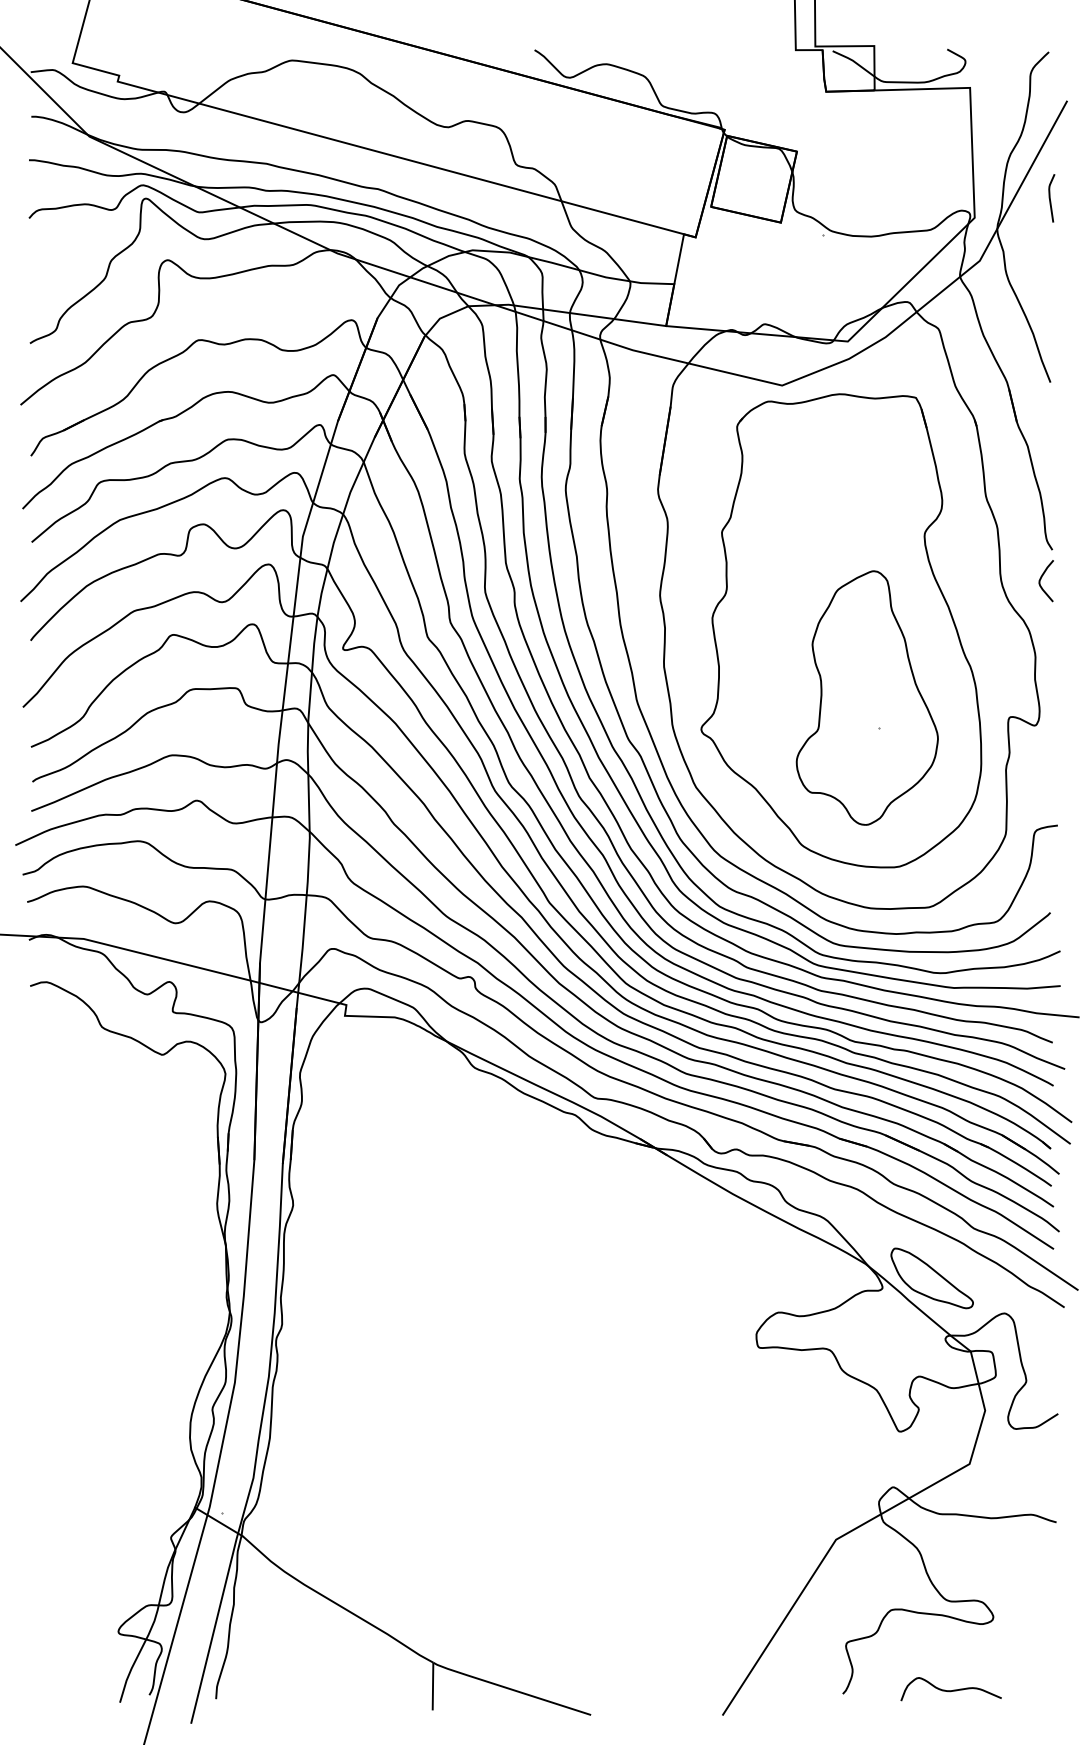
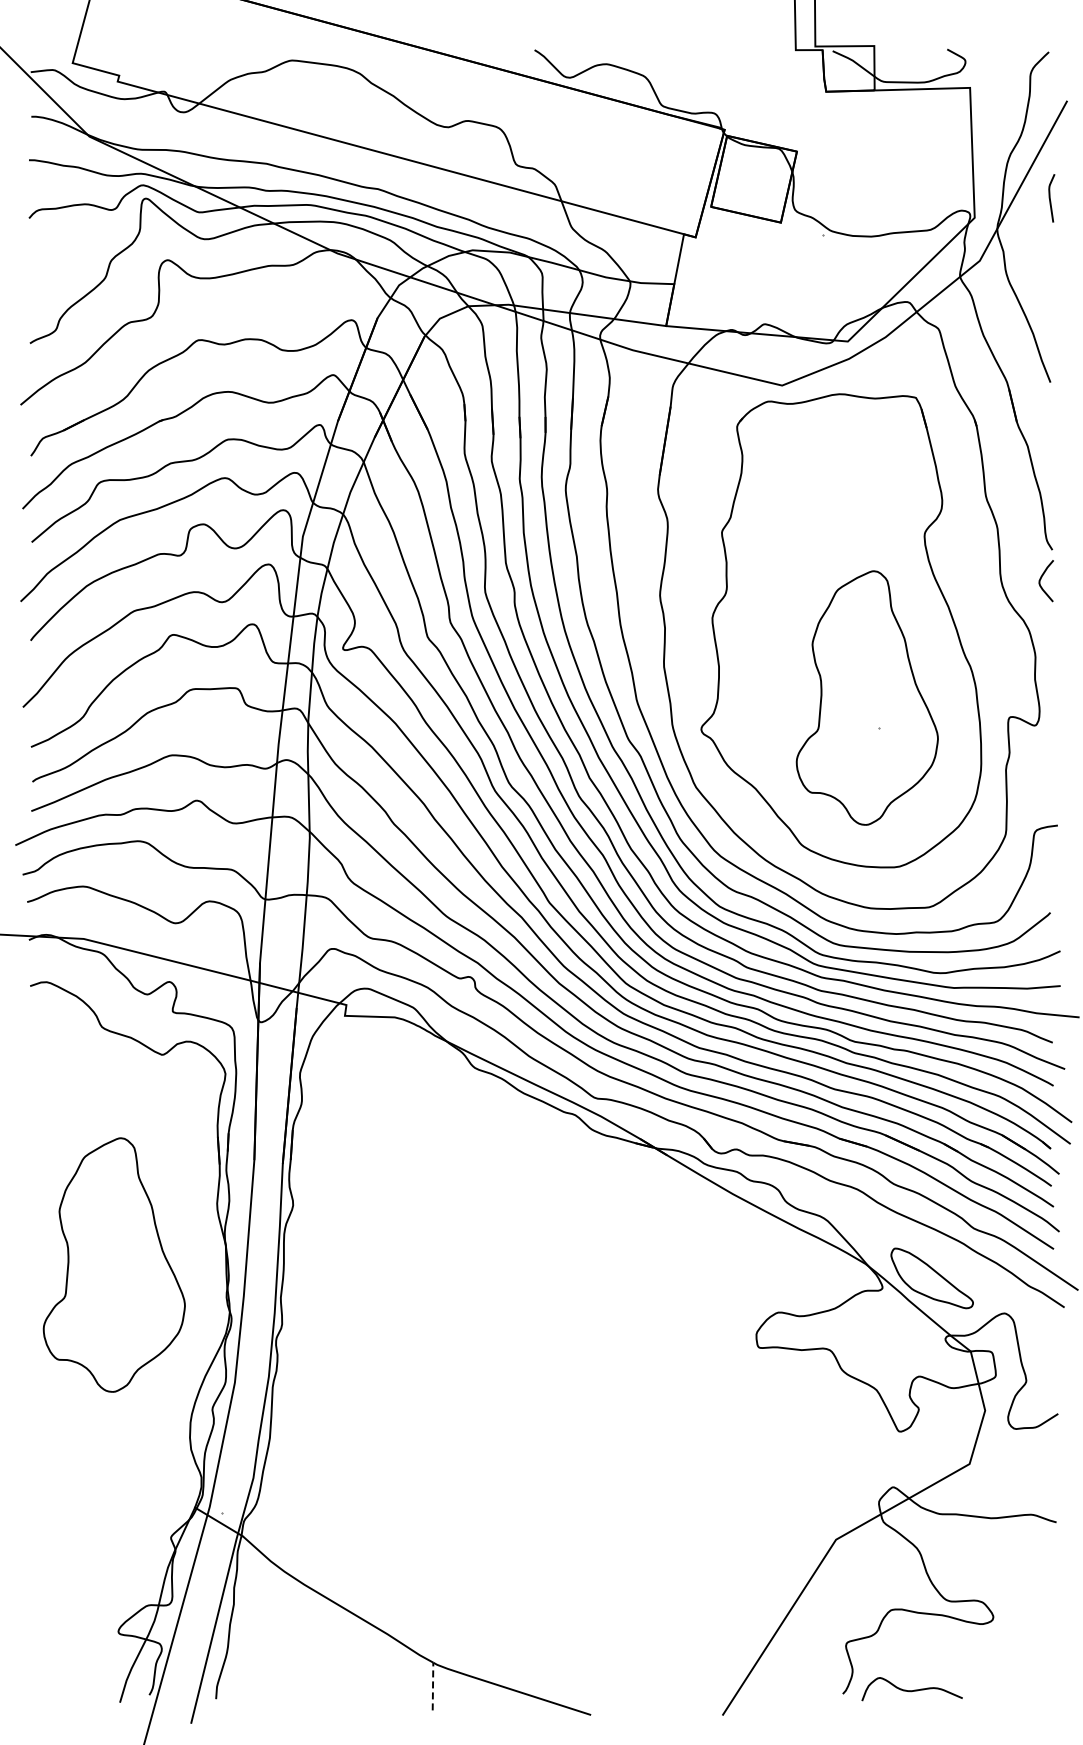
part at (113, 1264): none -> present
line at (433, 1686): solid -> dashed
curve at (950, 1690) position: (950, 1690) -> (911, 1690)
